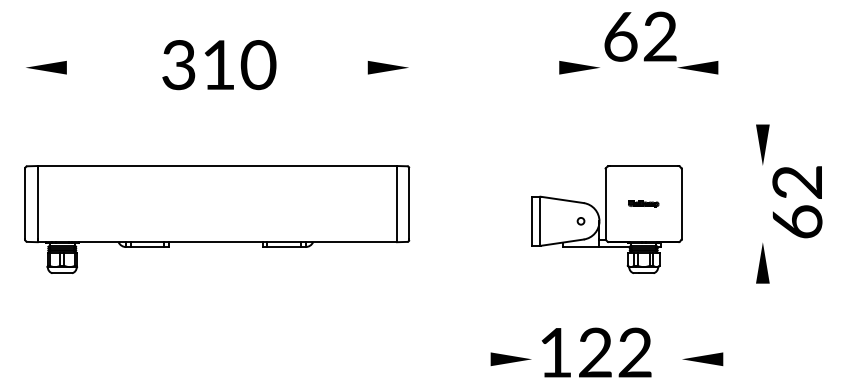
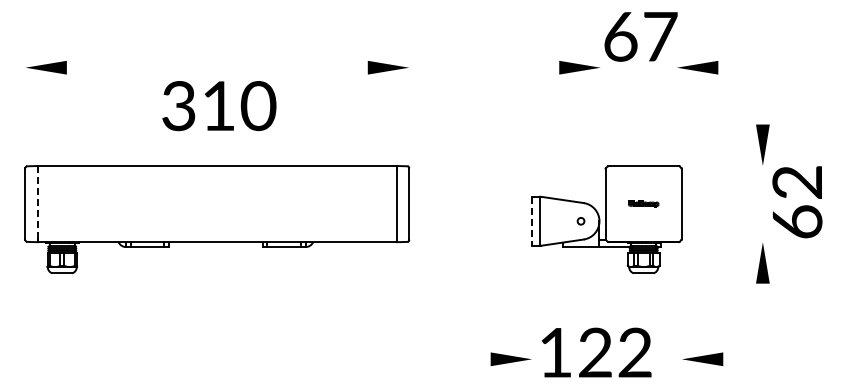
text at (660, 36): 62 -> 67
text at (219, 65) position: (219, 65) -> (219, 106)
line at (37, 204): solid -> dashed
line at (532, 221): solid -> dashed
